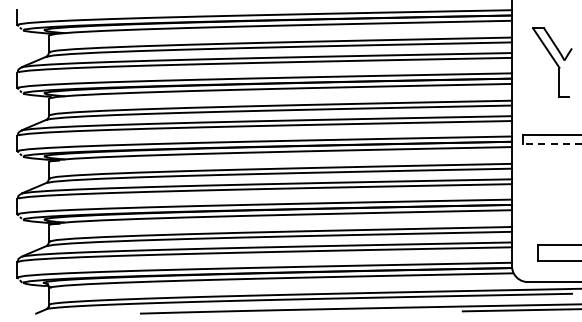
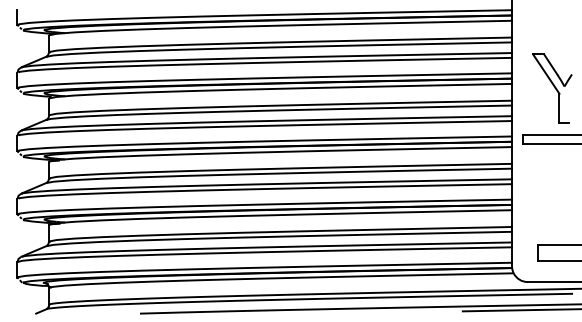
part at (552, 62) position: (552, 62) -> (552, 88)
line at (552, 143): dashed -> solid
